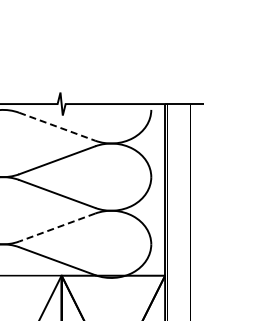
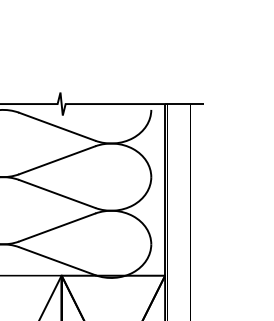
line at (57, 126): dashed -> solid
line at (57, 227): dashed -> solid
